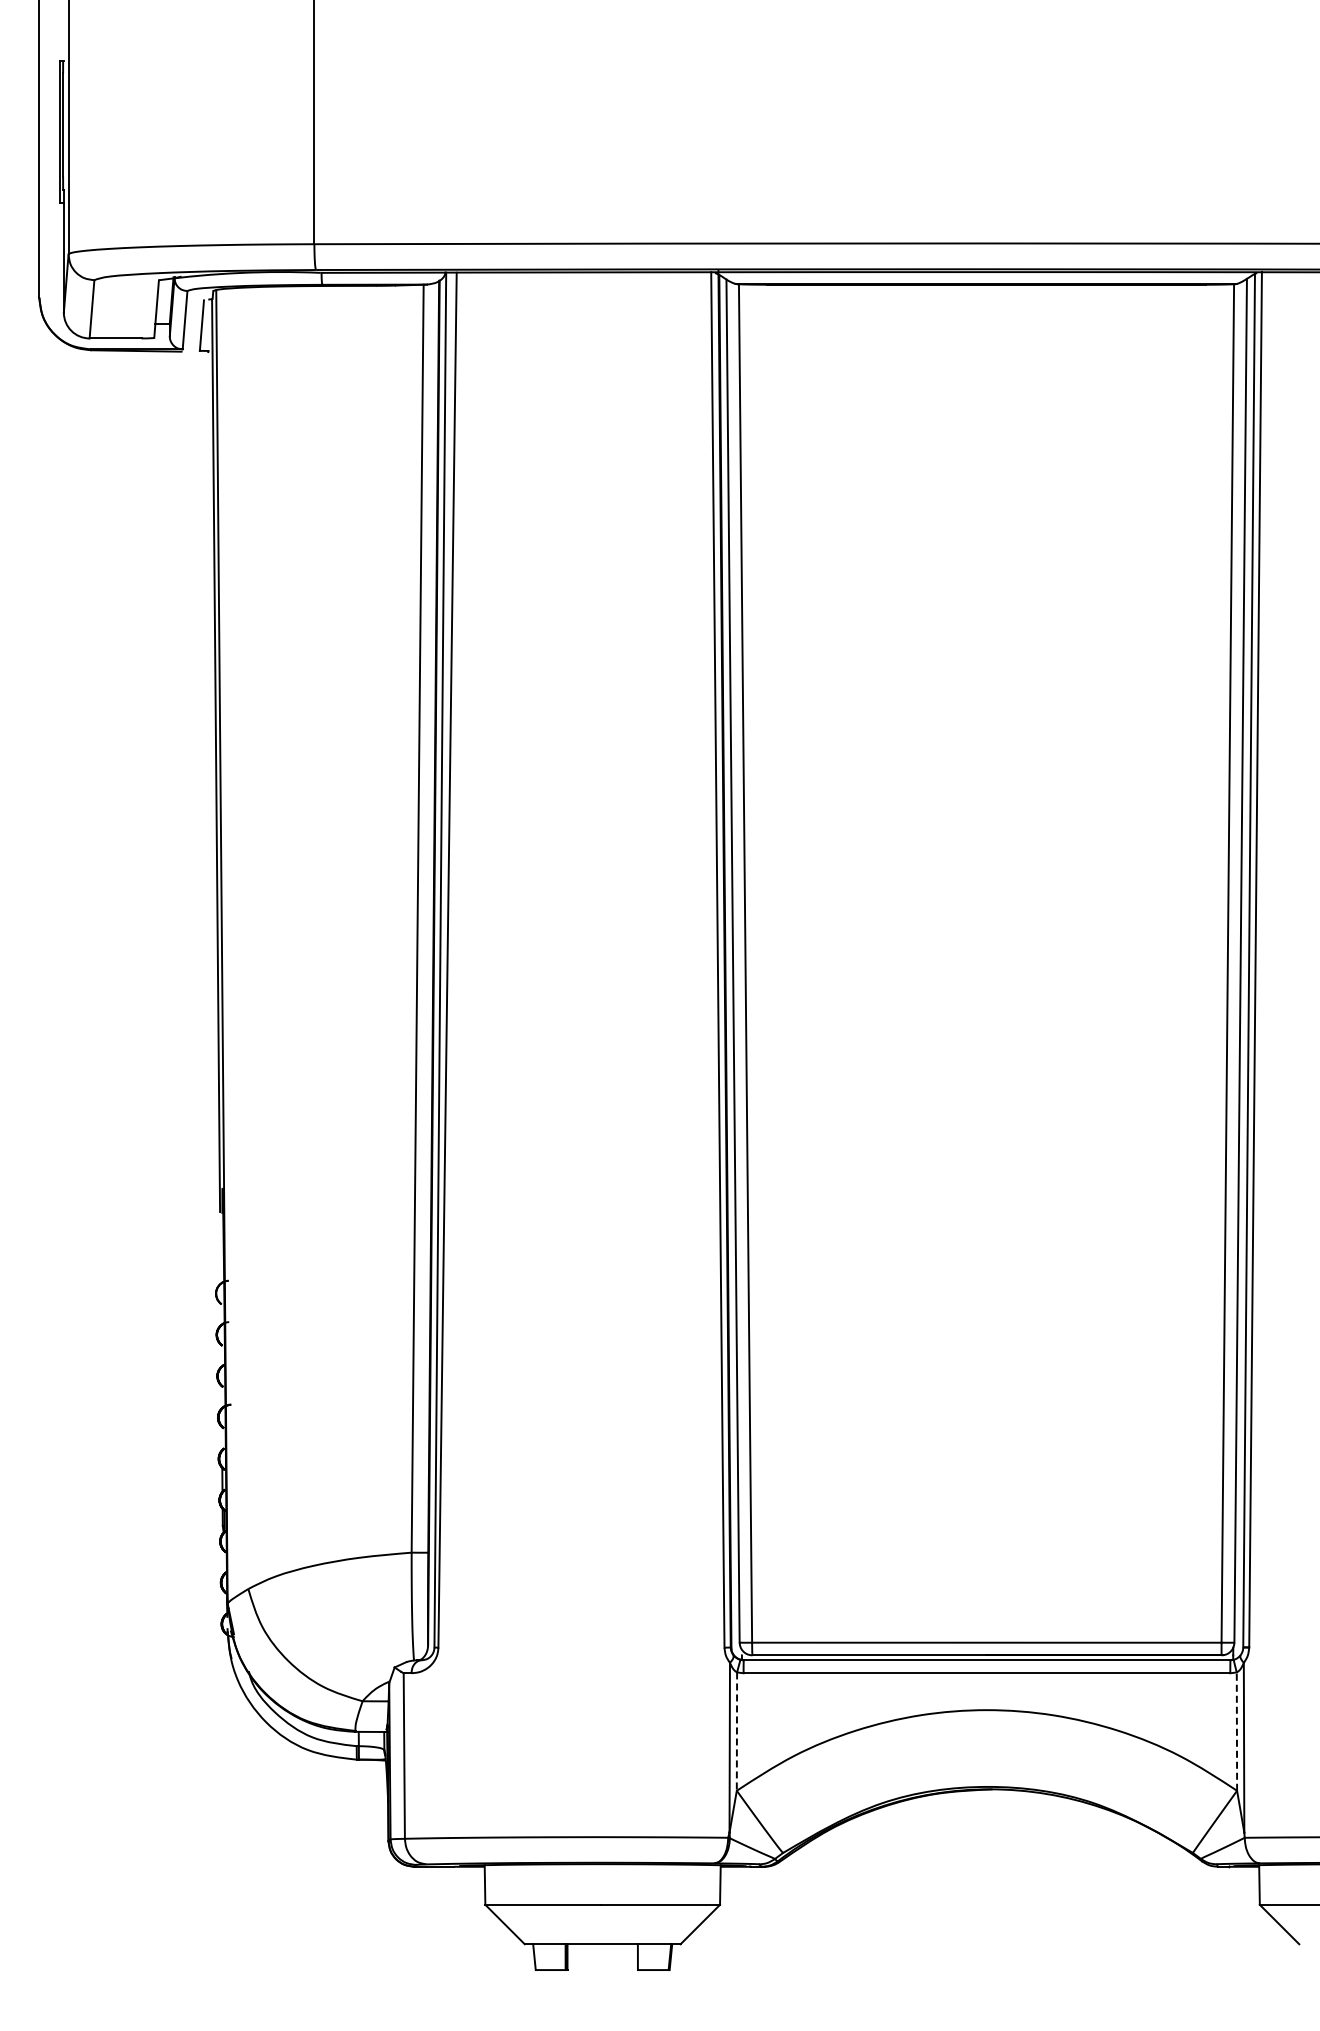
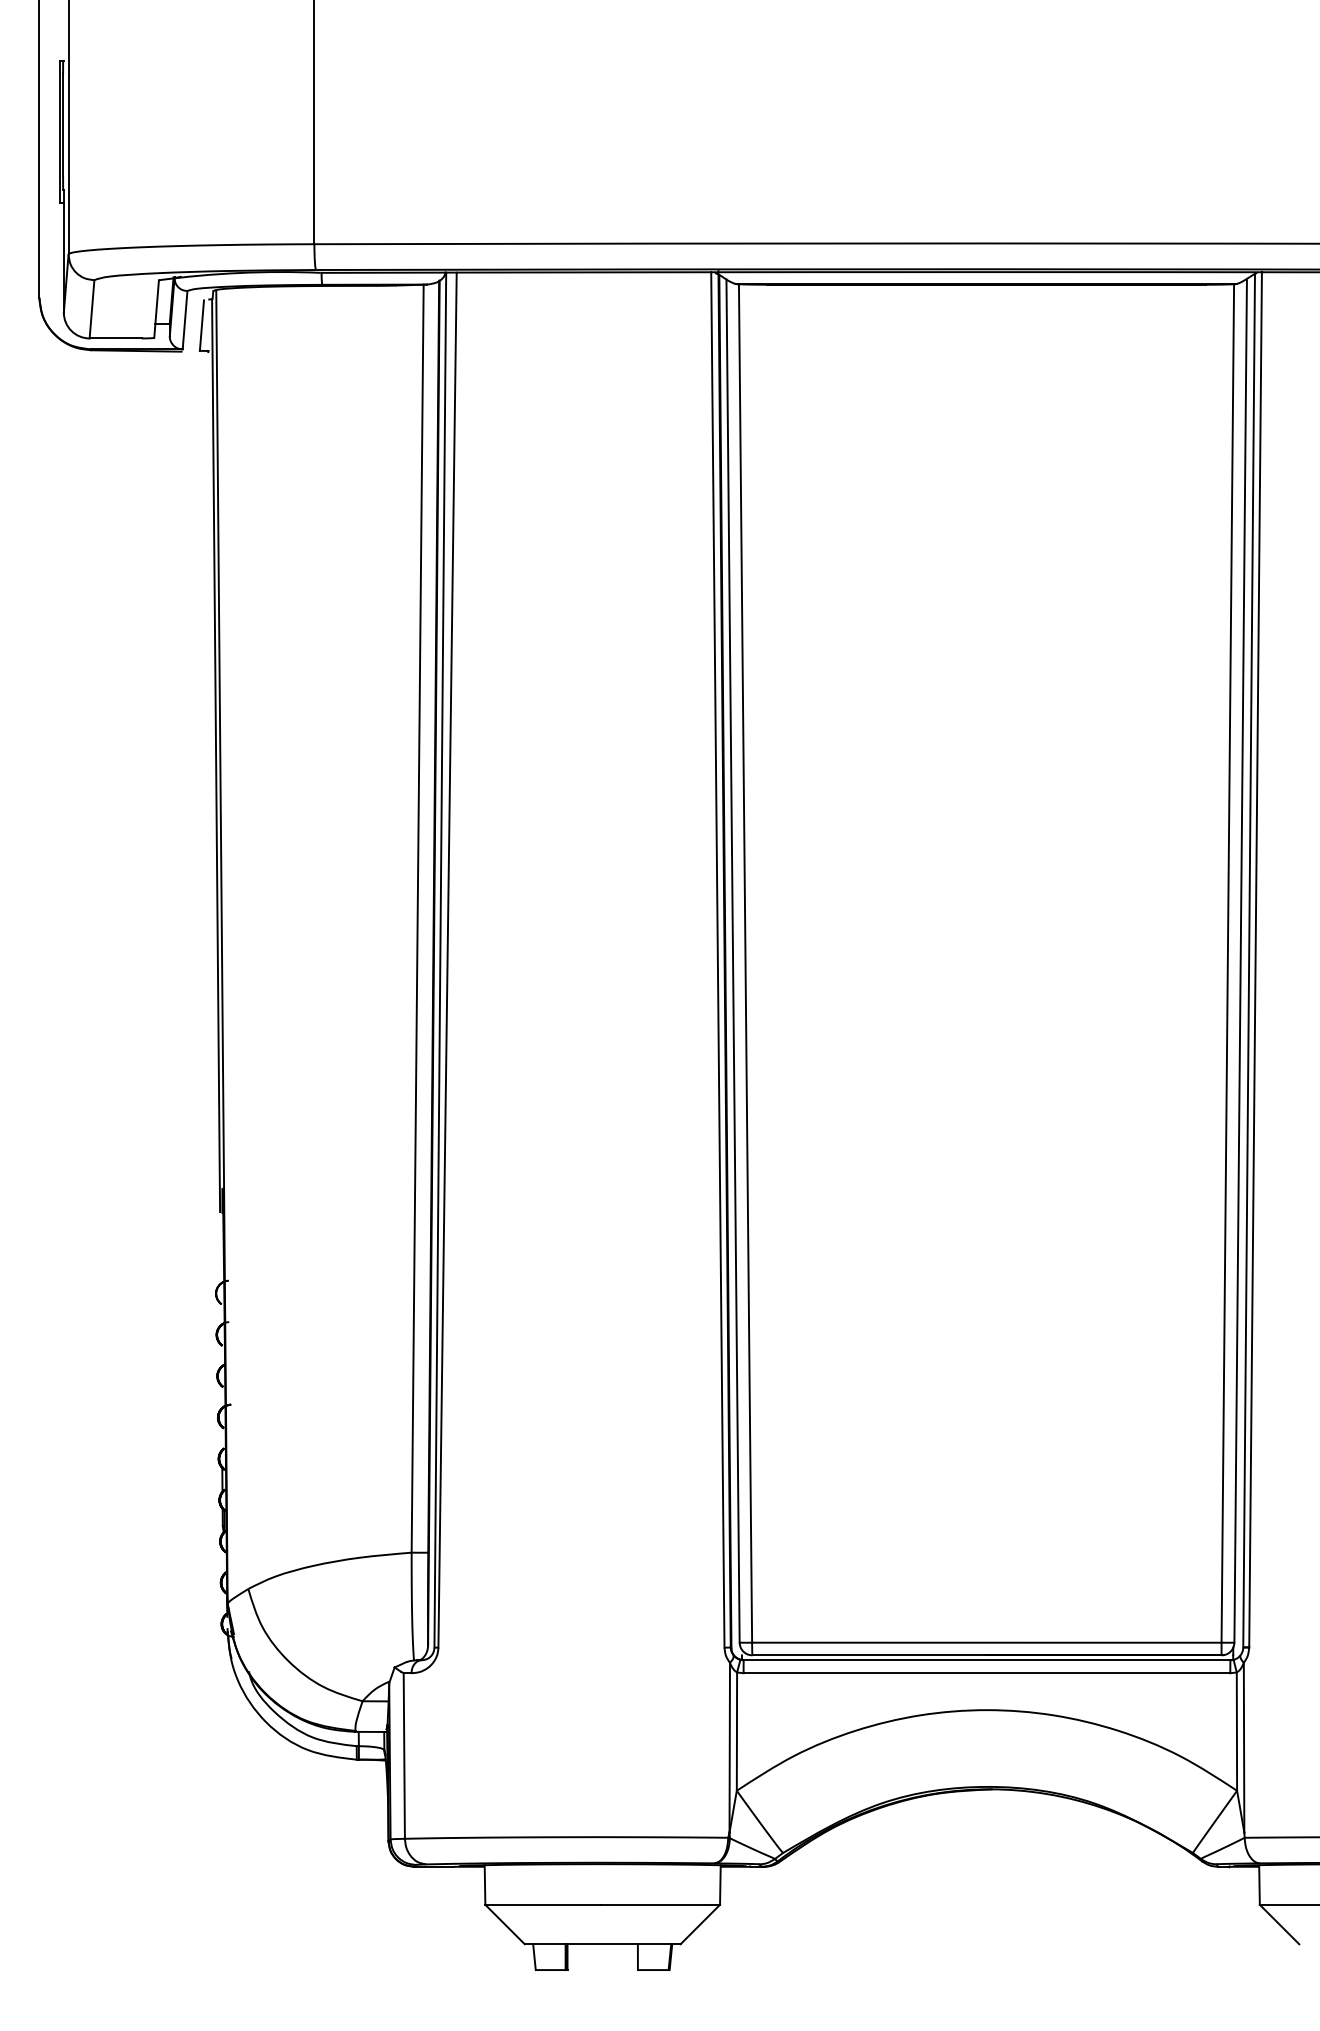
line at (1236, 1730): dashed -> solid
line at (736, 1732): dashed -> solid
